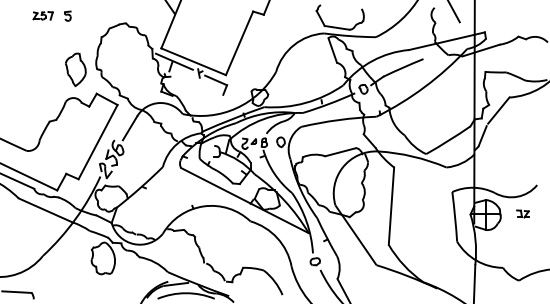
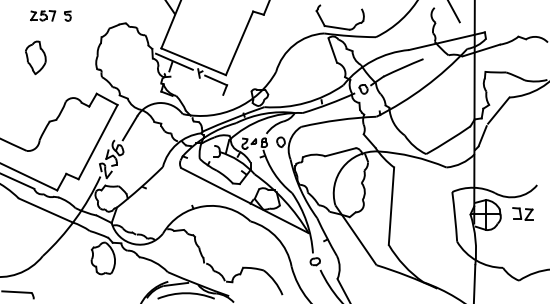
part at (42, 15) size: 22x10 px -> 27x12 px
part at (75, 69) position: (75, 69) -> (35, 57)
part at (522, 213) size: 14x10 px -> 22x14 px
